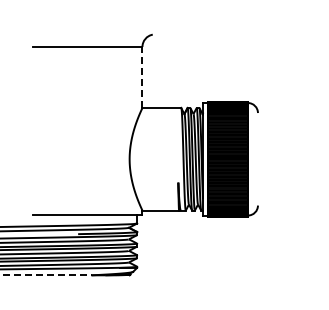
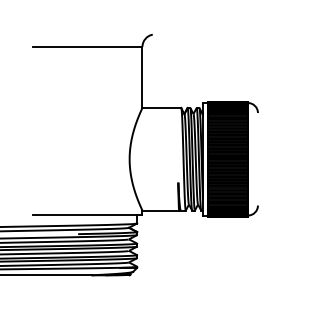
line at (142, 77): dashed -> solid
line at (46, 275): dashed -> solid
